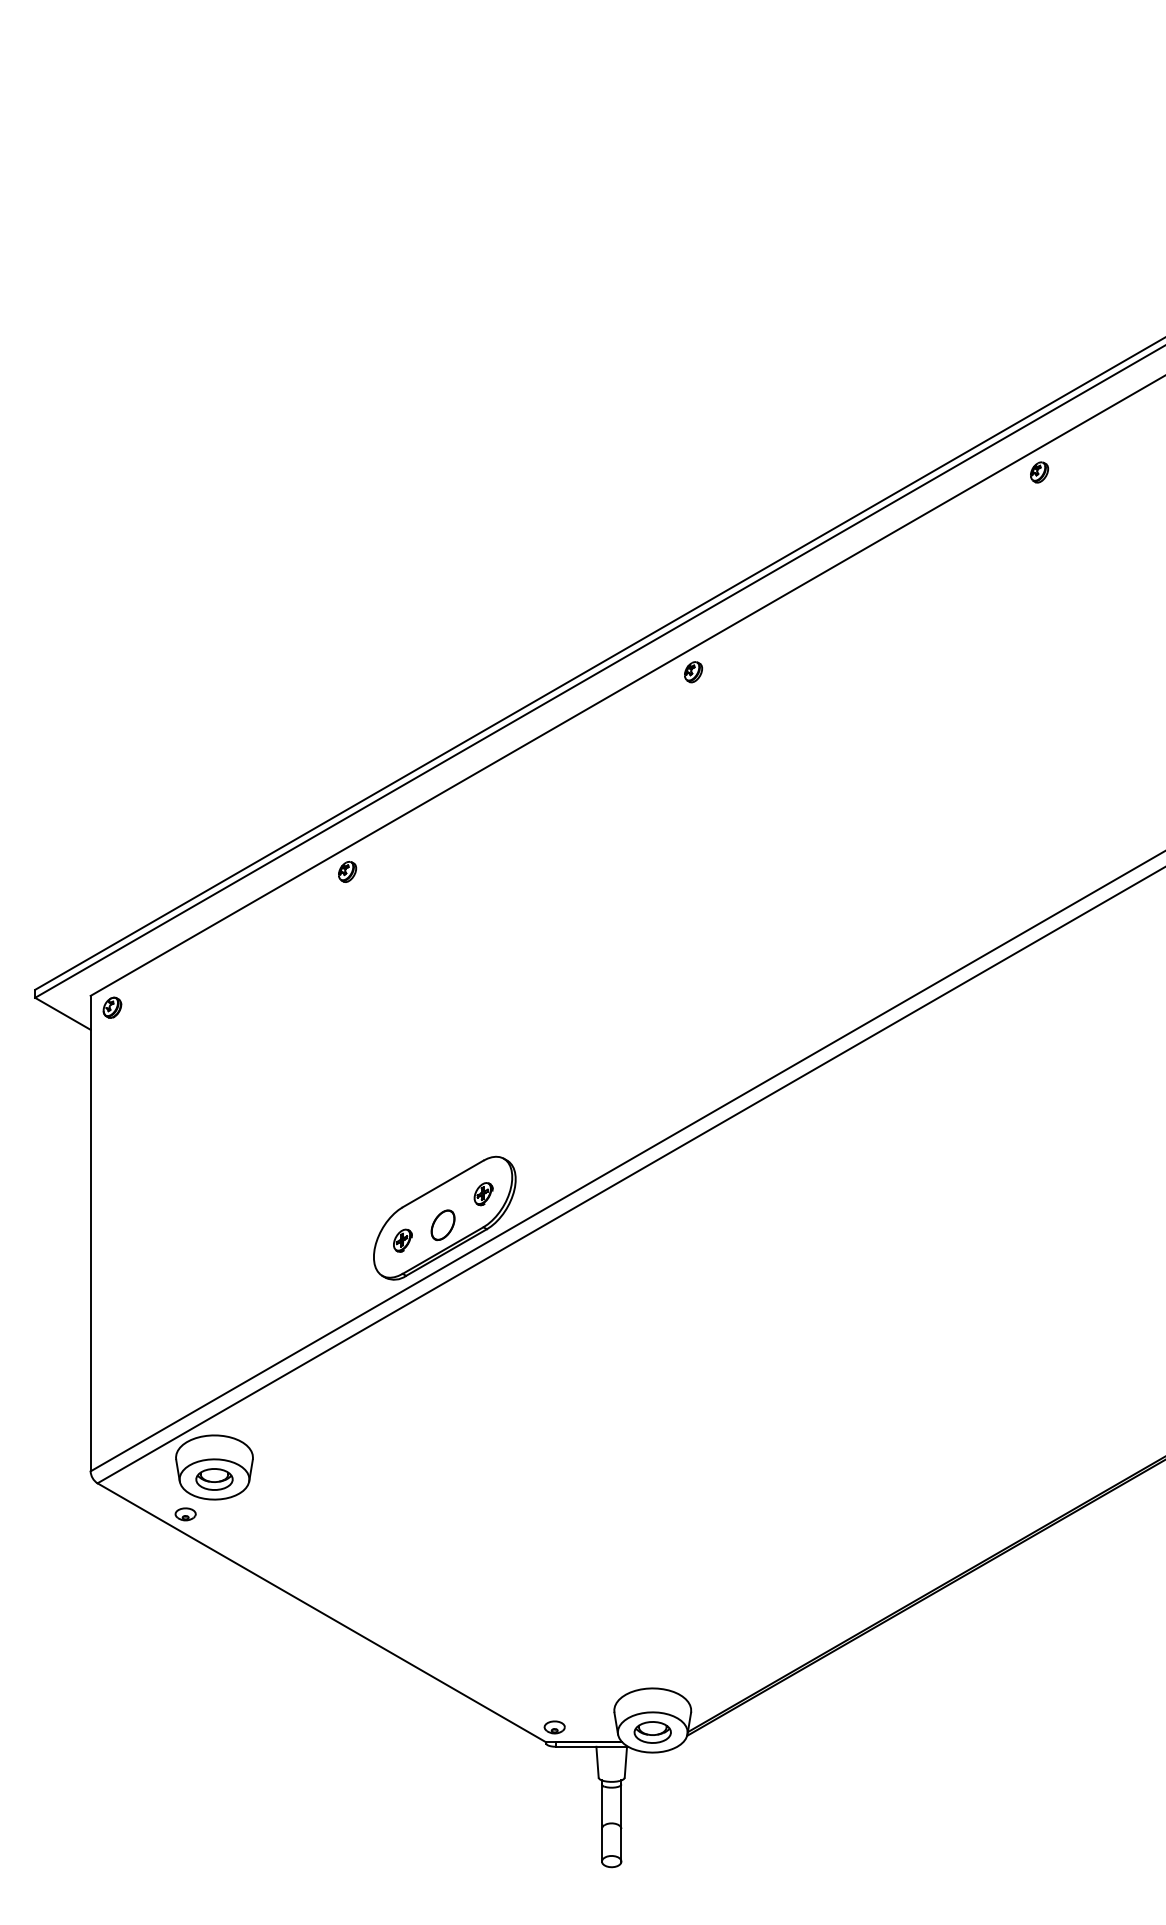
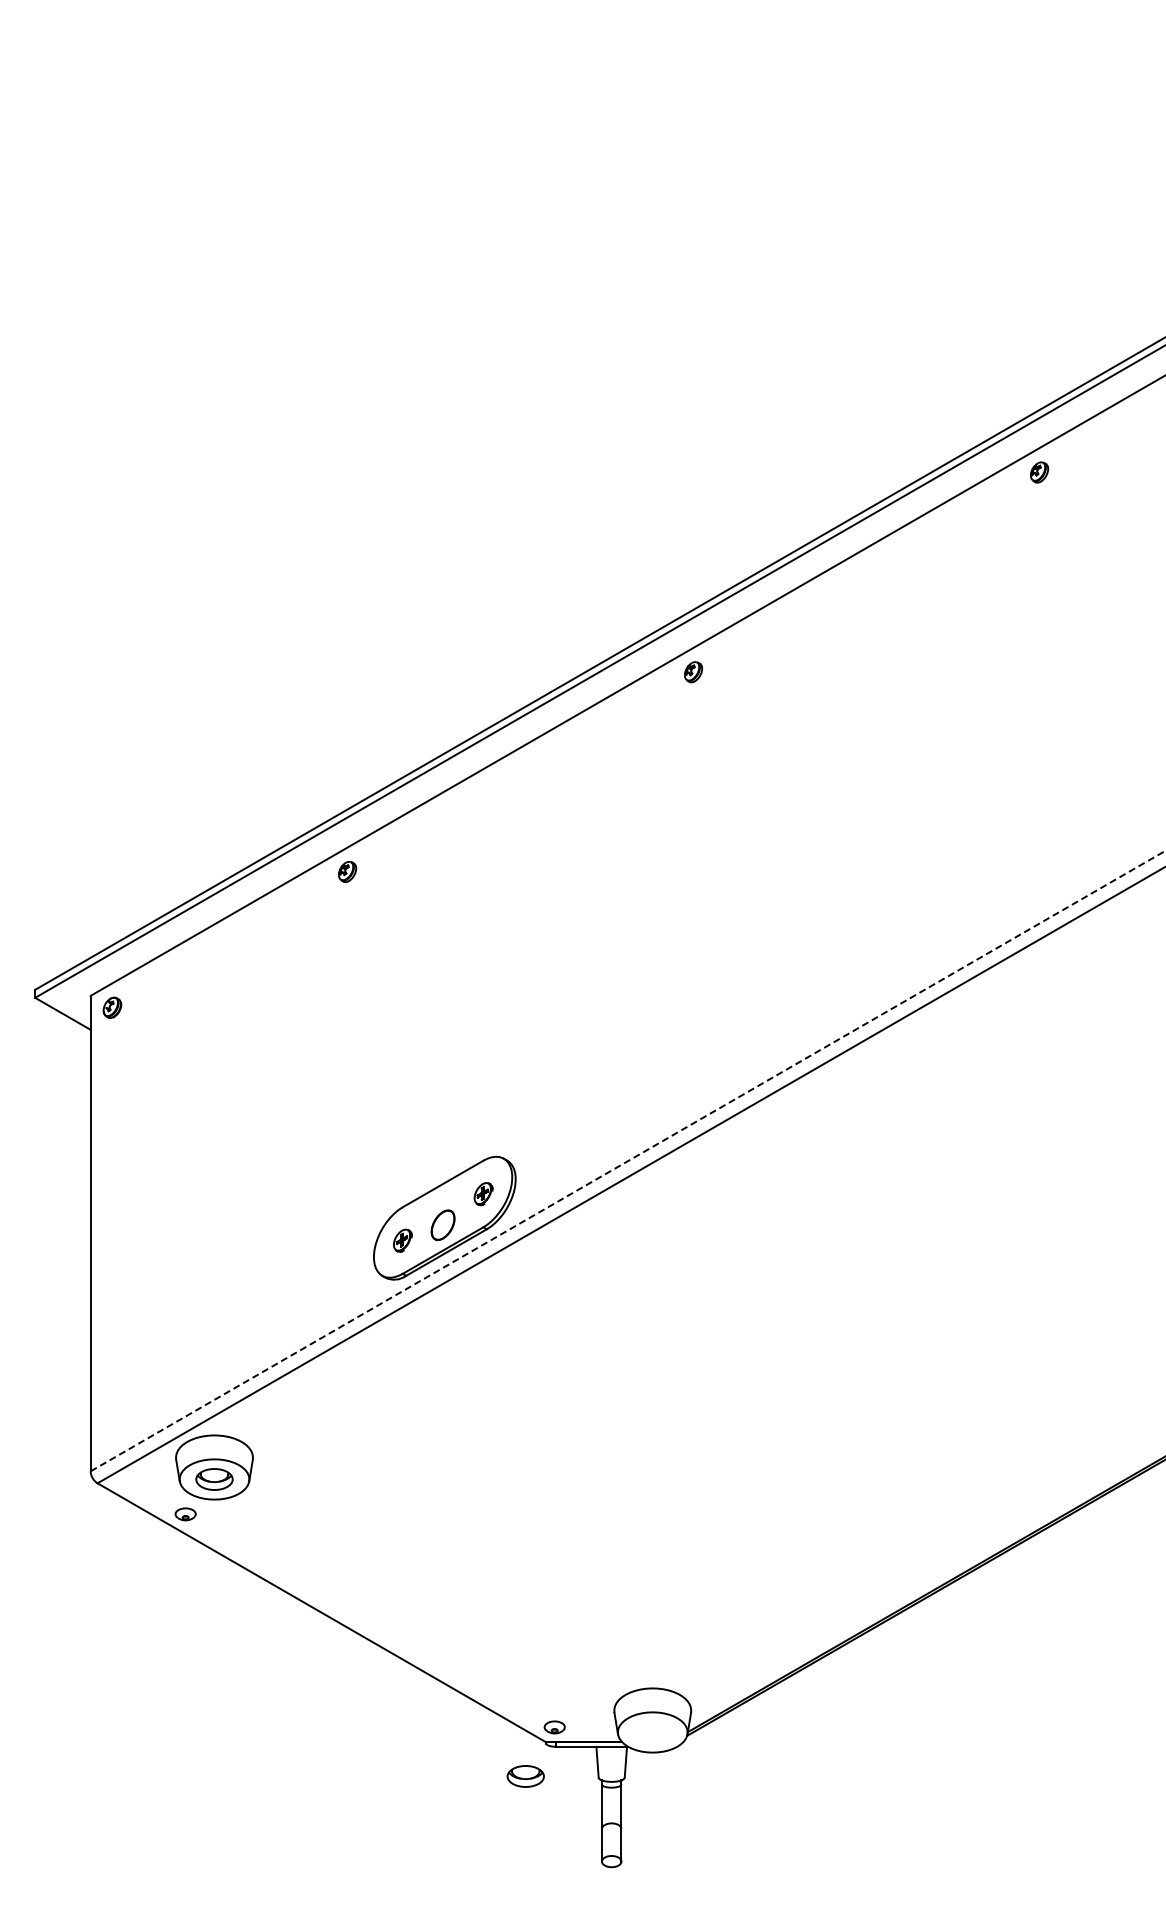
line at (628, 1160): solid -> dashed
part at (652, 1732) position: (652, 1732) -> (525, 1776)
